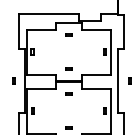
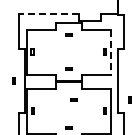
line at (48, 14): solid -> dashed
line at (110, 52): solid -> dashed
part at (129, 80) position: (129, 80) -> (129, 99)
part at (68, 93) position: (68, 93) -> (73, 99)
